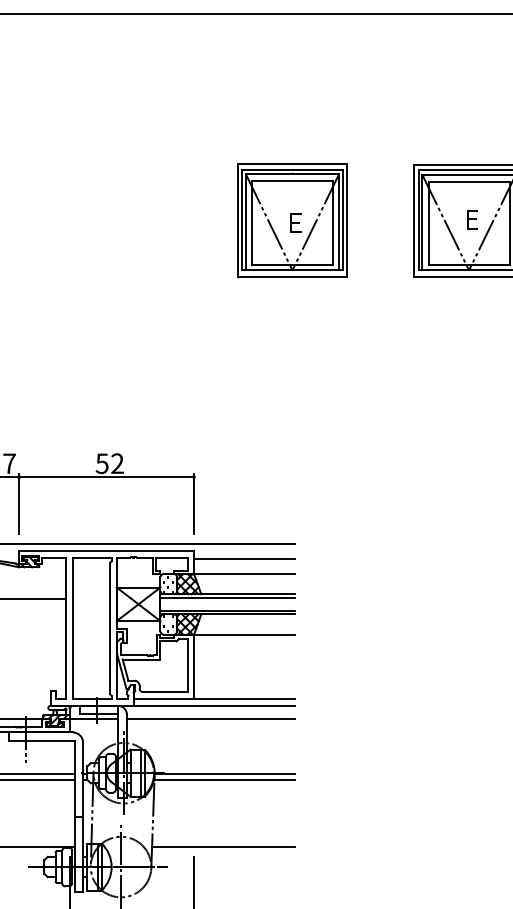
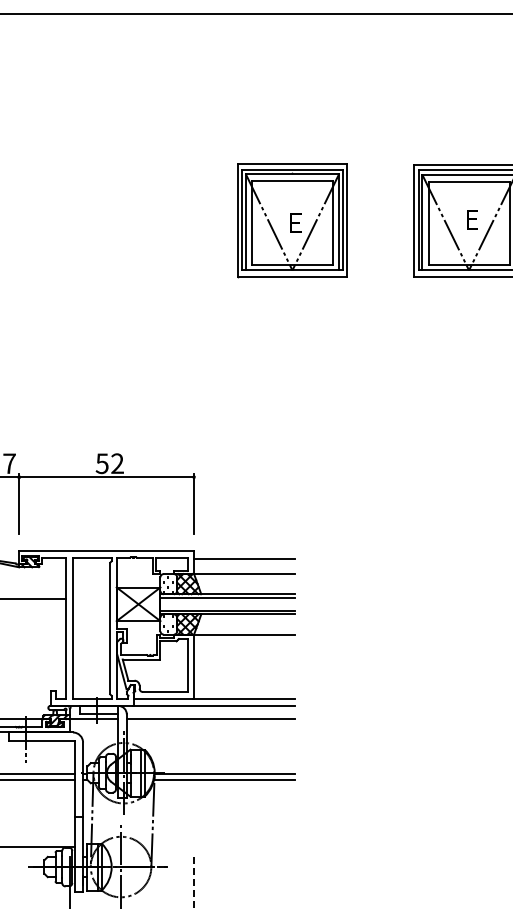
line at (148, 544): present -> none
line at (224, 847): present -> none
line at (194, 883): solid -> dashed
